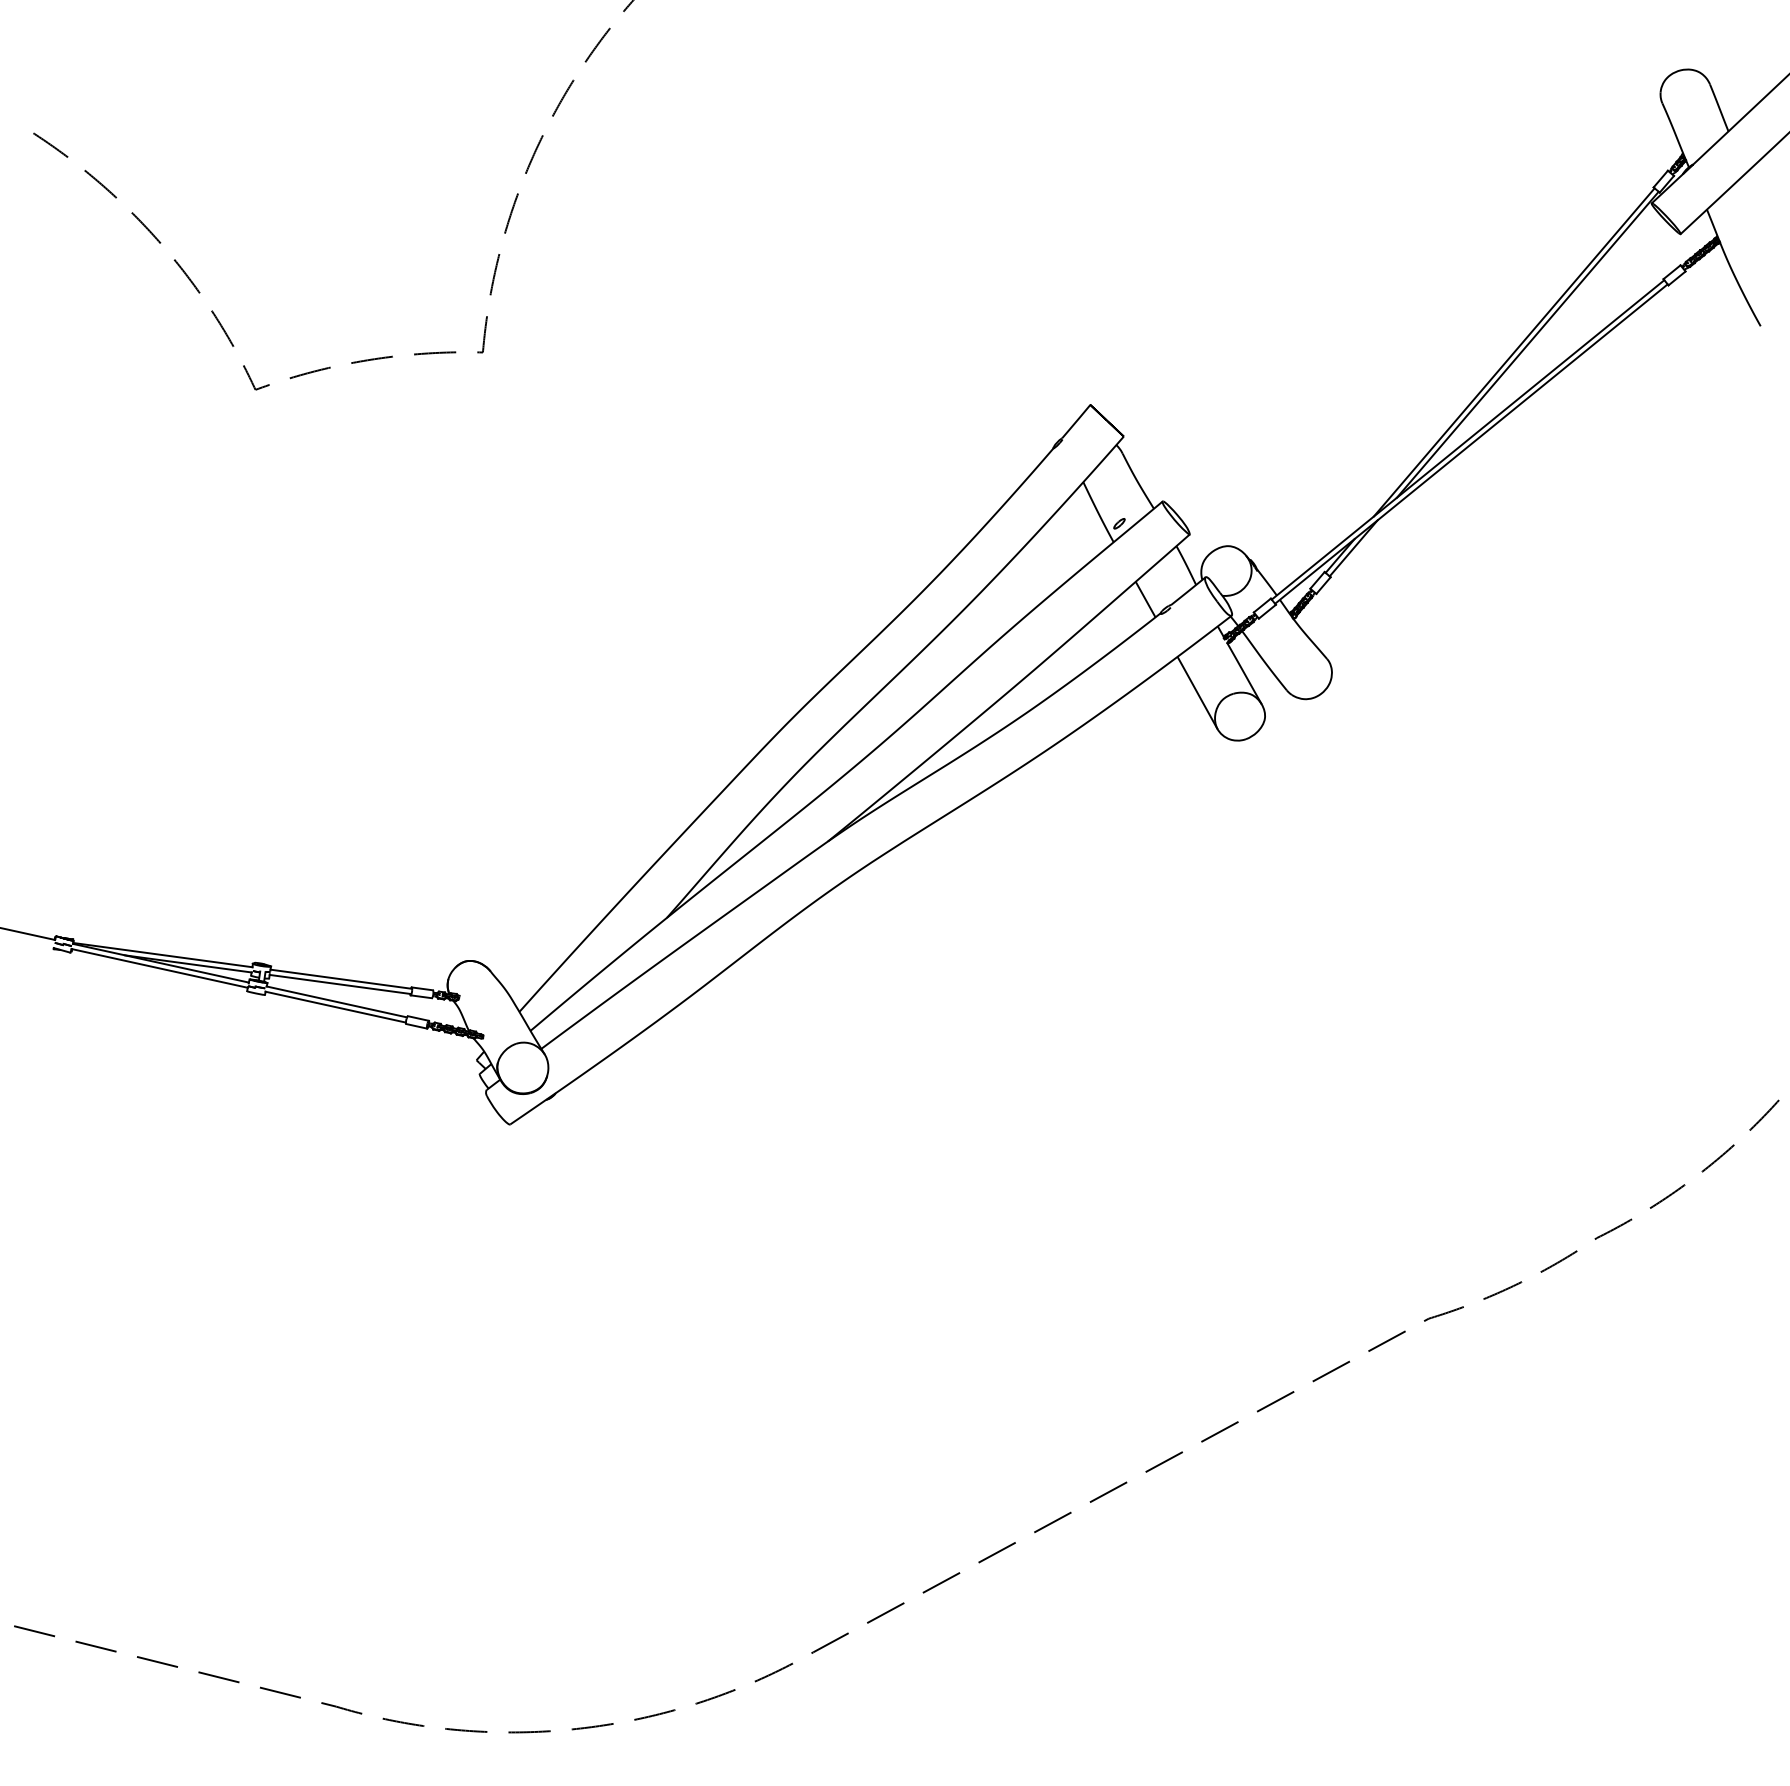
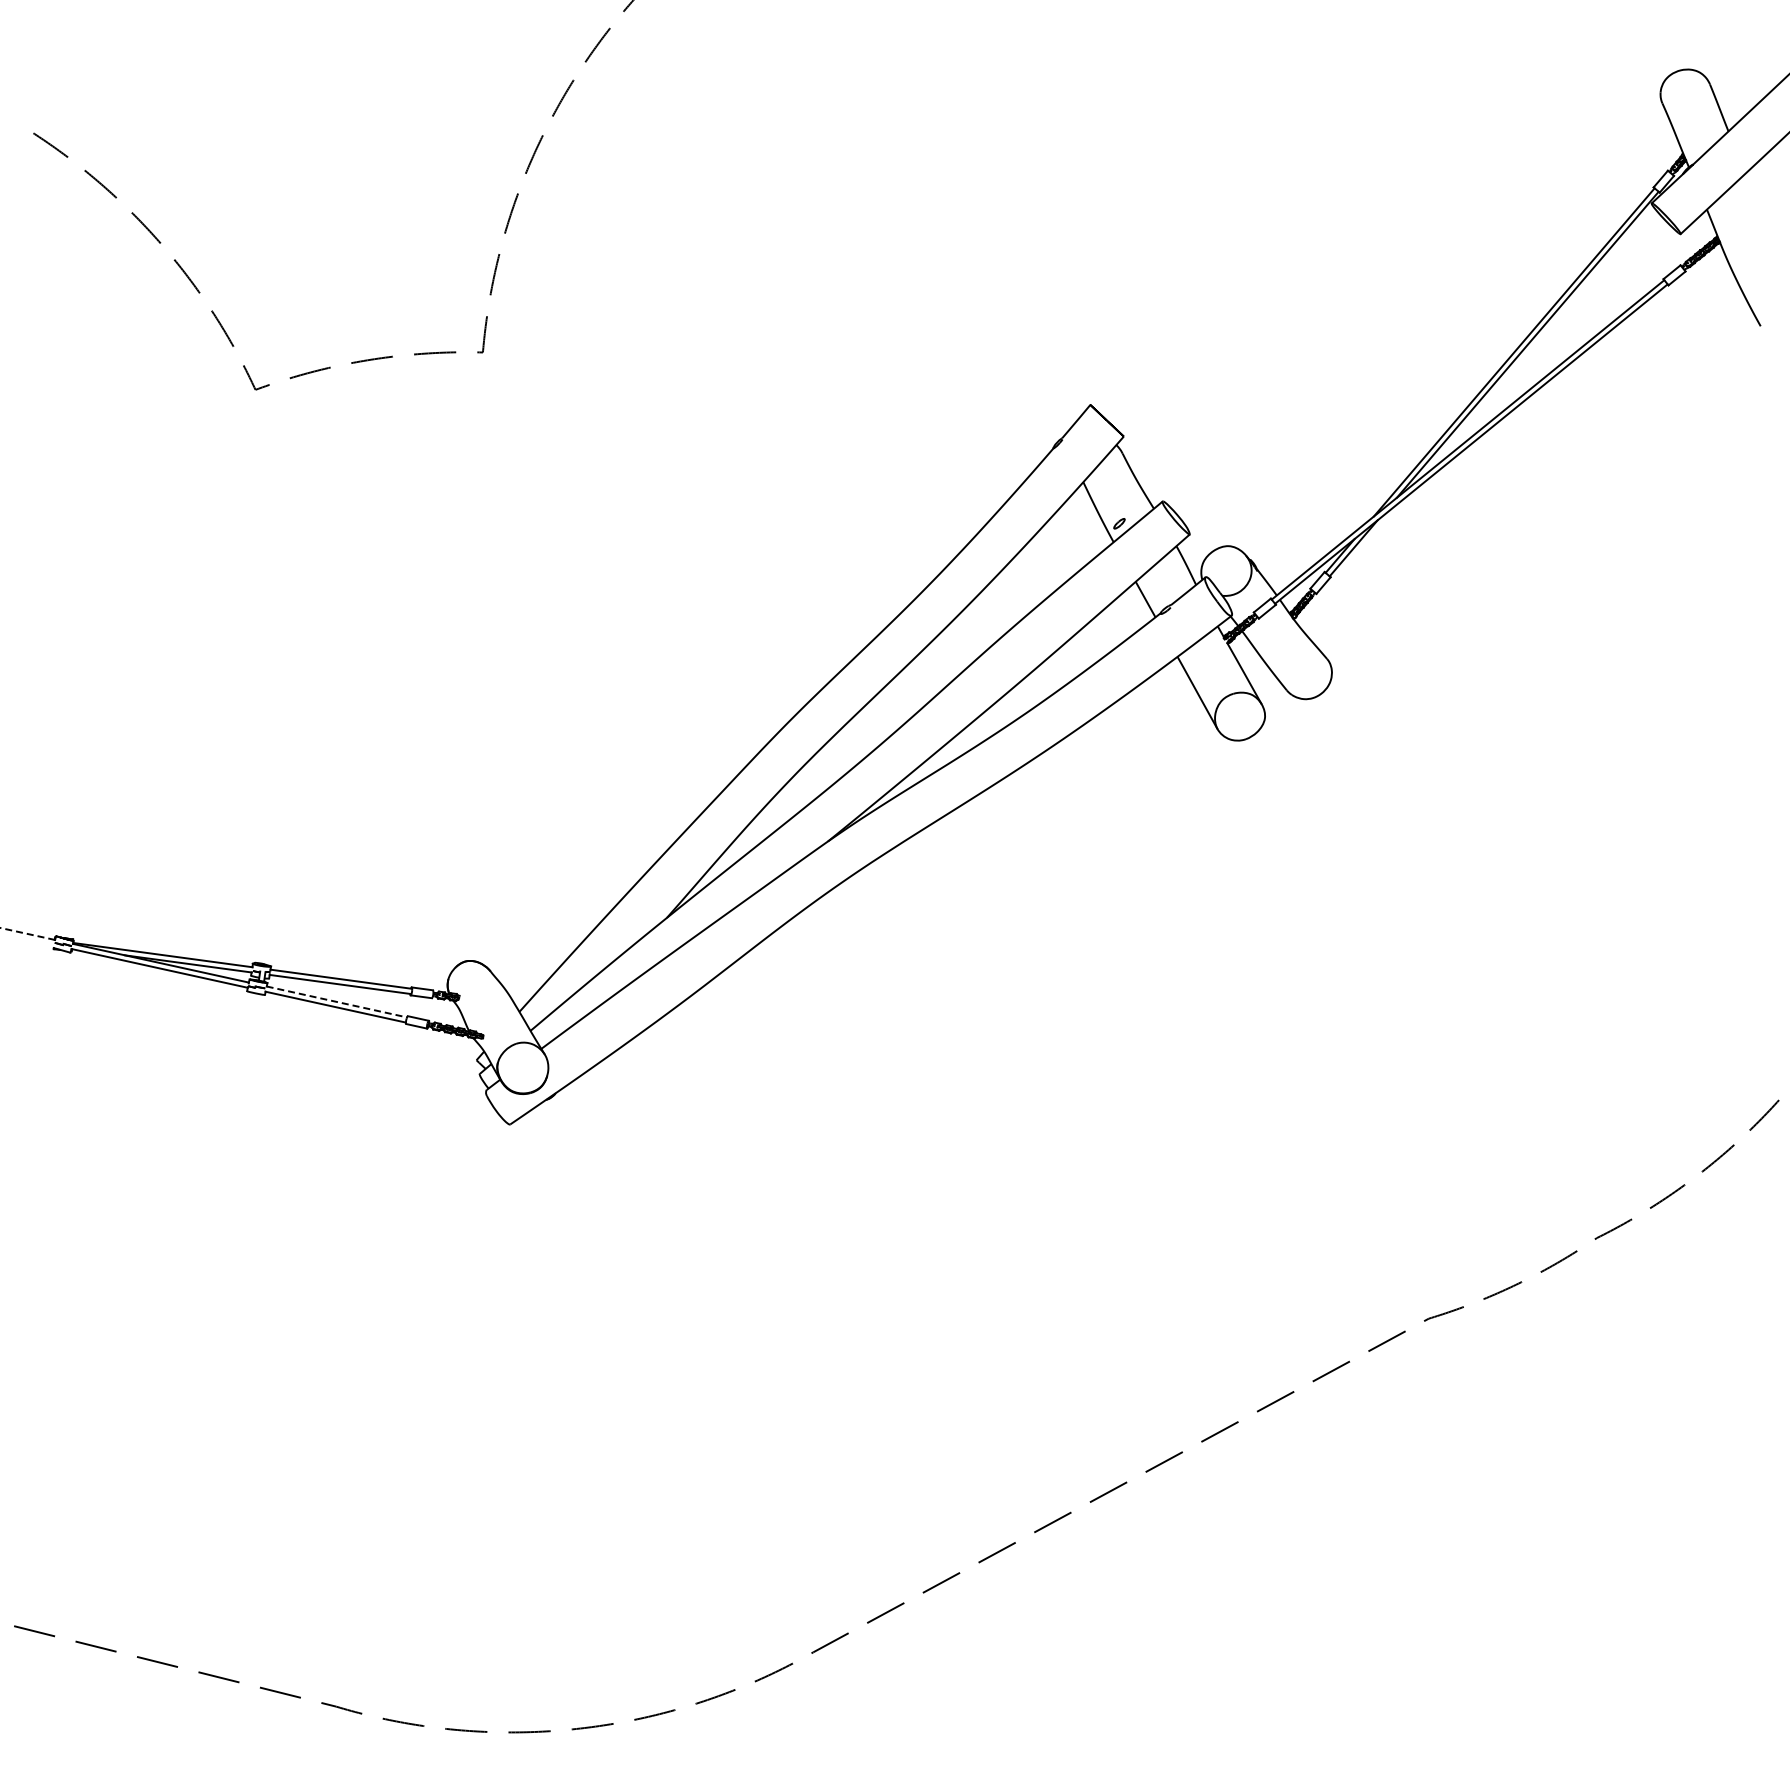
line at (27, 934): solid -> dashed
line at (336, 1001): solid -> dashed
